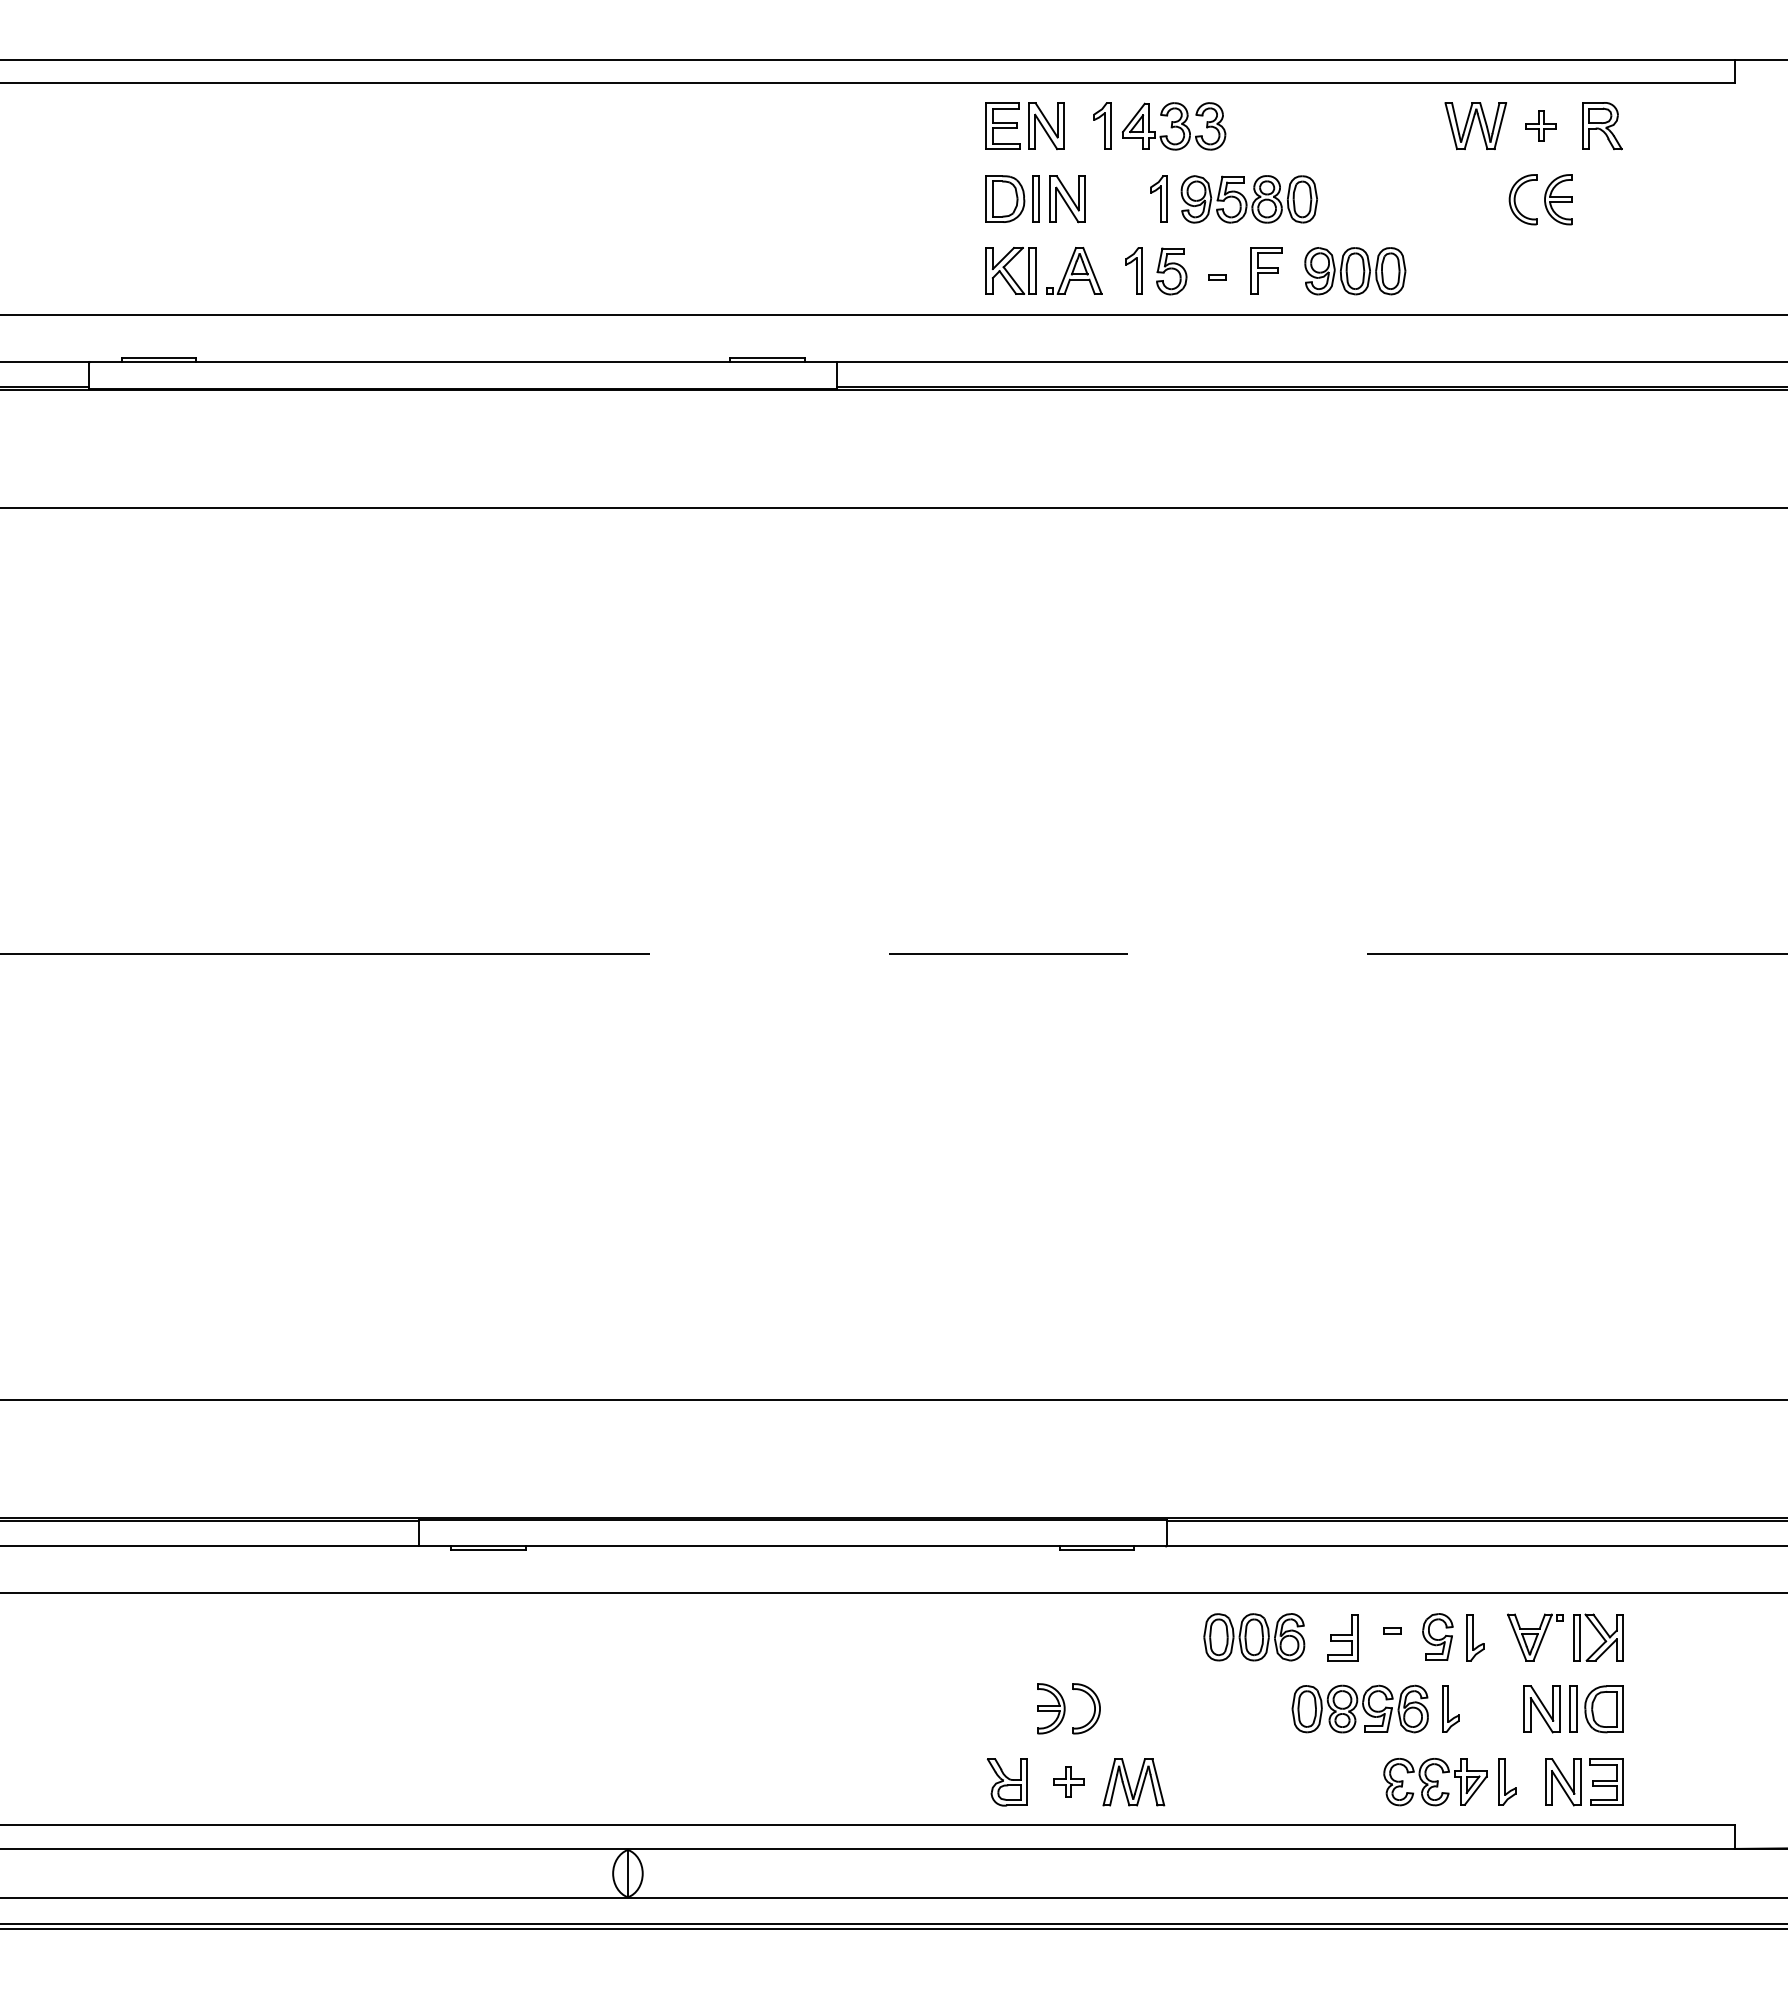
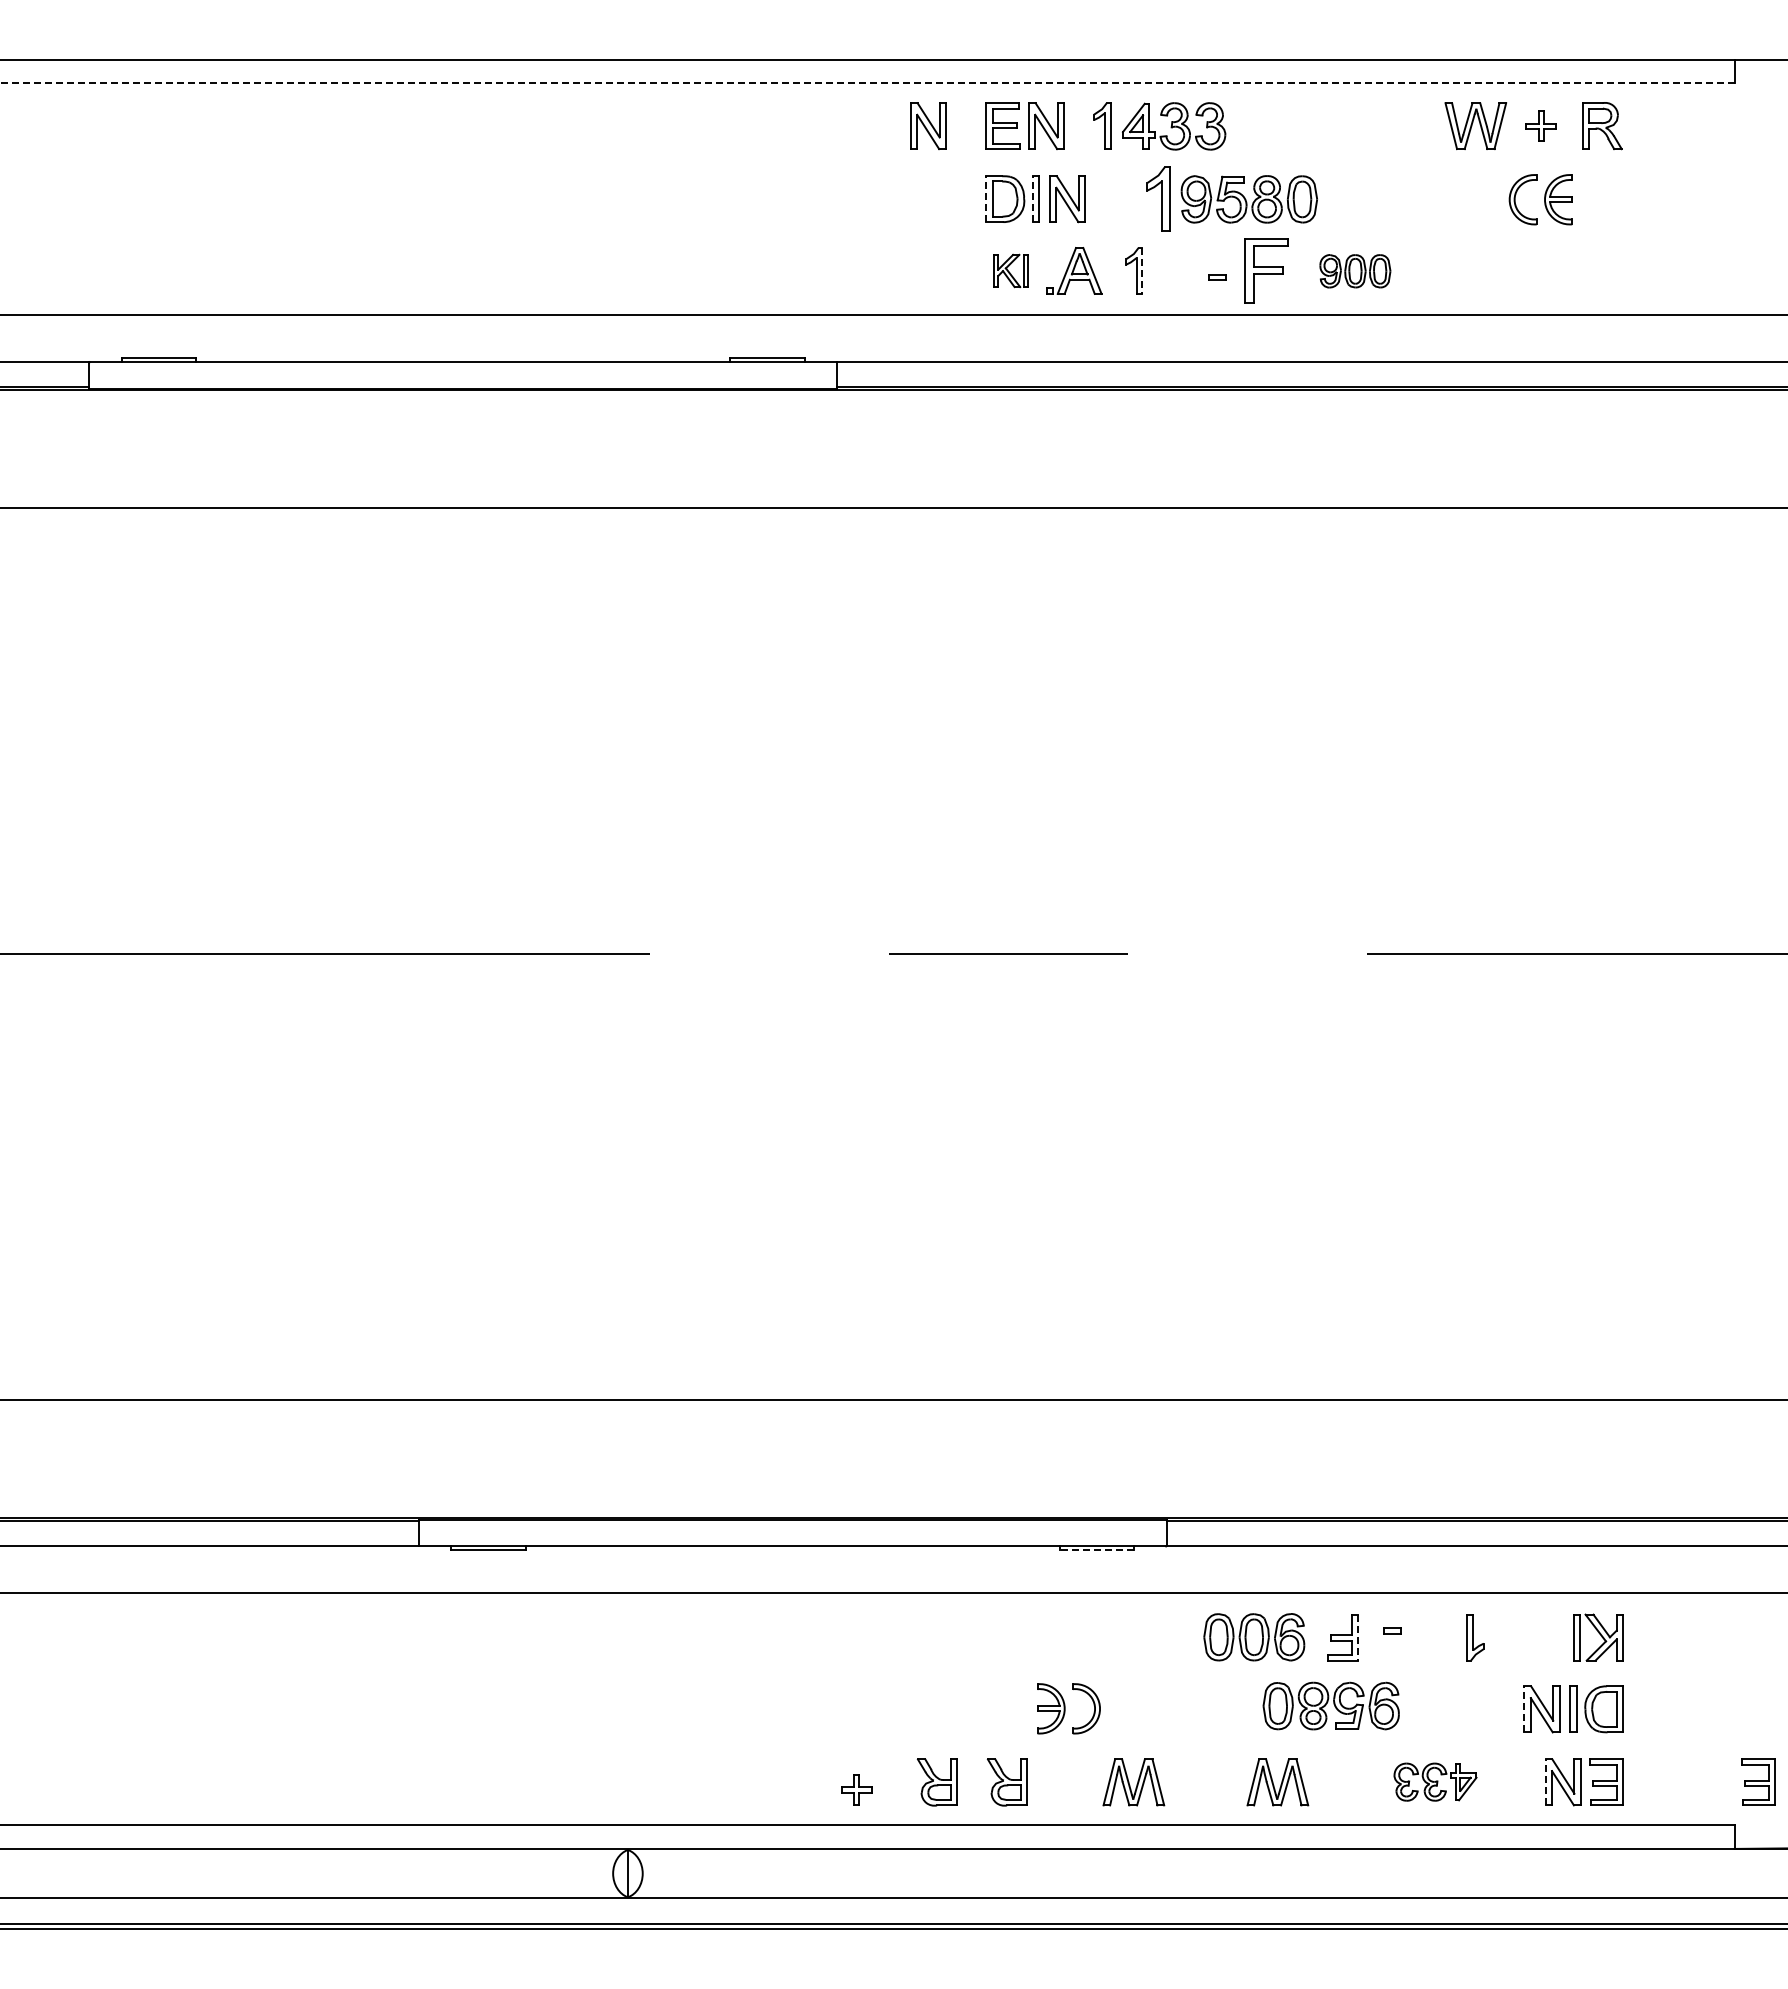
line at (866, 83): solid -> dashed
part at (928, 125): none -> present
part at (1158, 198) size: 18x48 px -> 25x66 px
line at (986, 199): solid -> dashed
line at (1032, 199): solid -> dashed
part at (1010, 270) size: 52x48 px -> 36x36 px
line at (1142, 270): solid -> dashed
part at (1266, 270) size: 33x48 px -> 45x66 px
part at (1171, 271): present -> none
part at (1355, 271) size: 103x49 px -> 73x35 px
line at (1096, 1550): solid -> dashed
part at (1437, 1636): present -> none
line at (1358, 1637): solid -> dashed
part at (1535, 1637): present -> none
part at (1359, 1708) position: (1359, 1708) -> (1330, 1705)
part at (1450, 1708): present -> none
line at (1524, 1709): solid -> dashed
part at (1068, 1781) position: (1068, 1781) -> (856, 1789)
part at (1507, 1781): present -> none
part at (1758, 1781): none -> present
part at (936, 1782): none -> present
part at (1277, 1782): none -> present
part at (1435, 1782) size: 105x49 px -> 85x40 px
line at (1545, 1782): solid -> dashed
